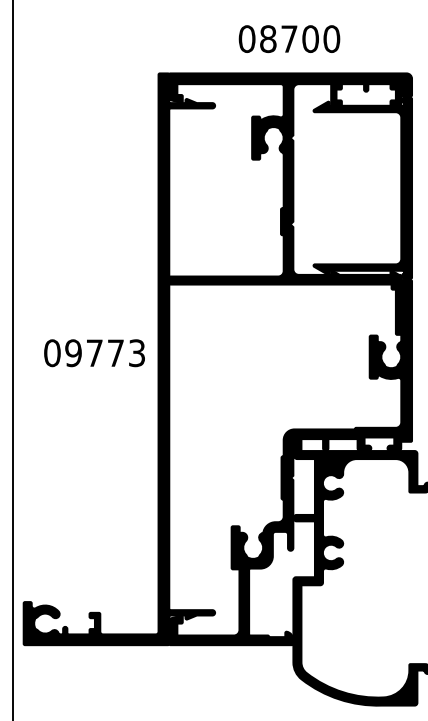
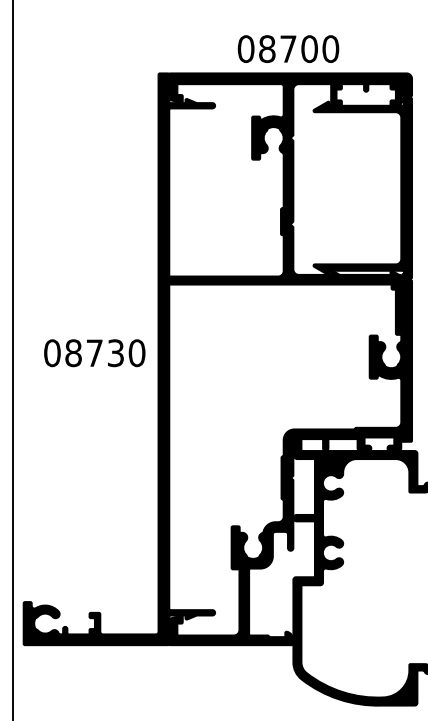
text at (289, 38) position: (289, 38) -> (288, 48)
text at (105, 353): 09773 -> 08730
